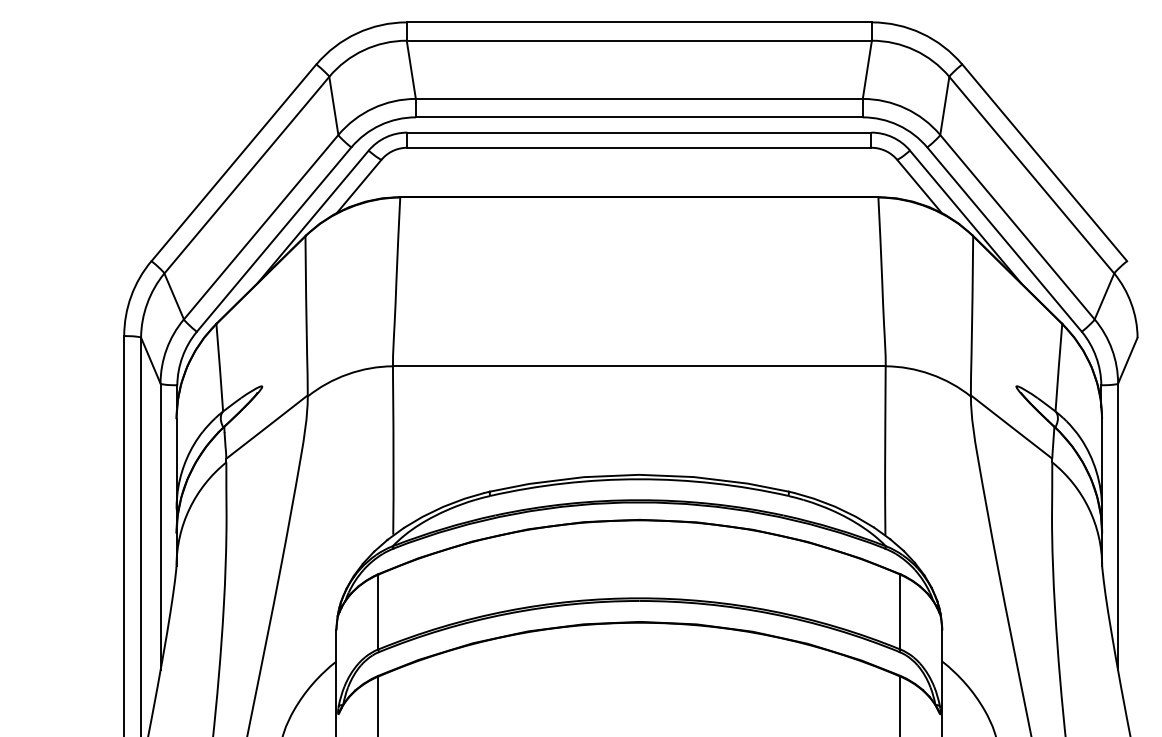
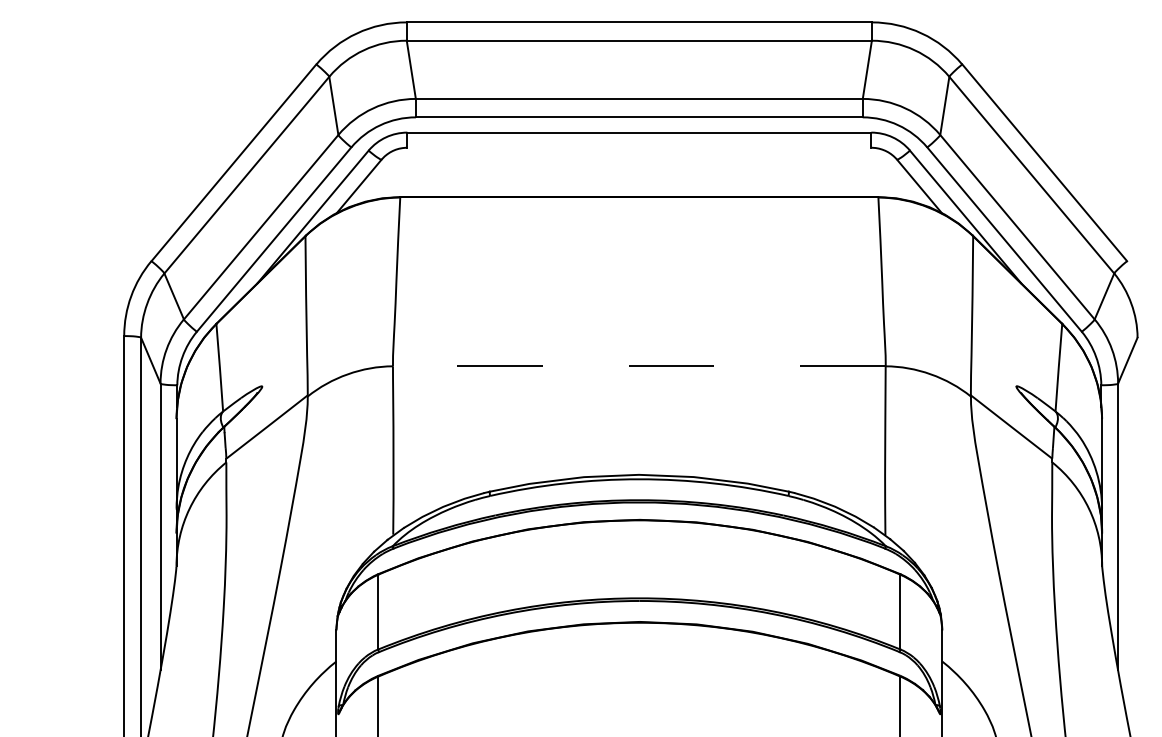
line at (639, 147): present -> none
line at (638, 366): solid -> dashed
